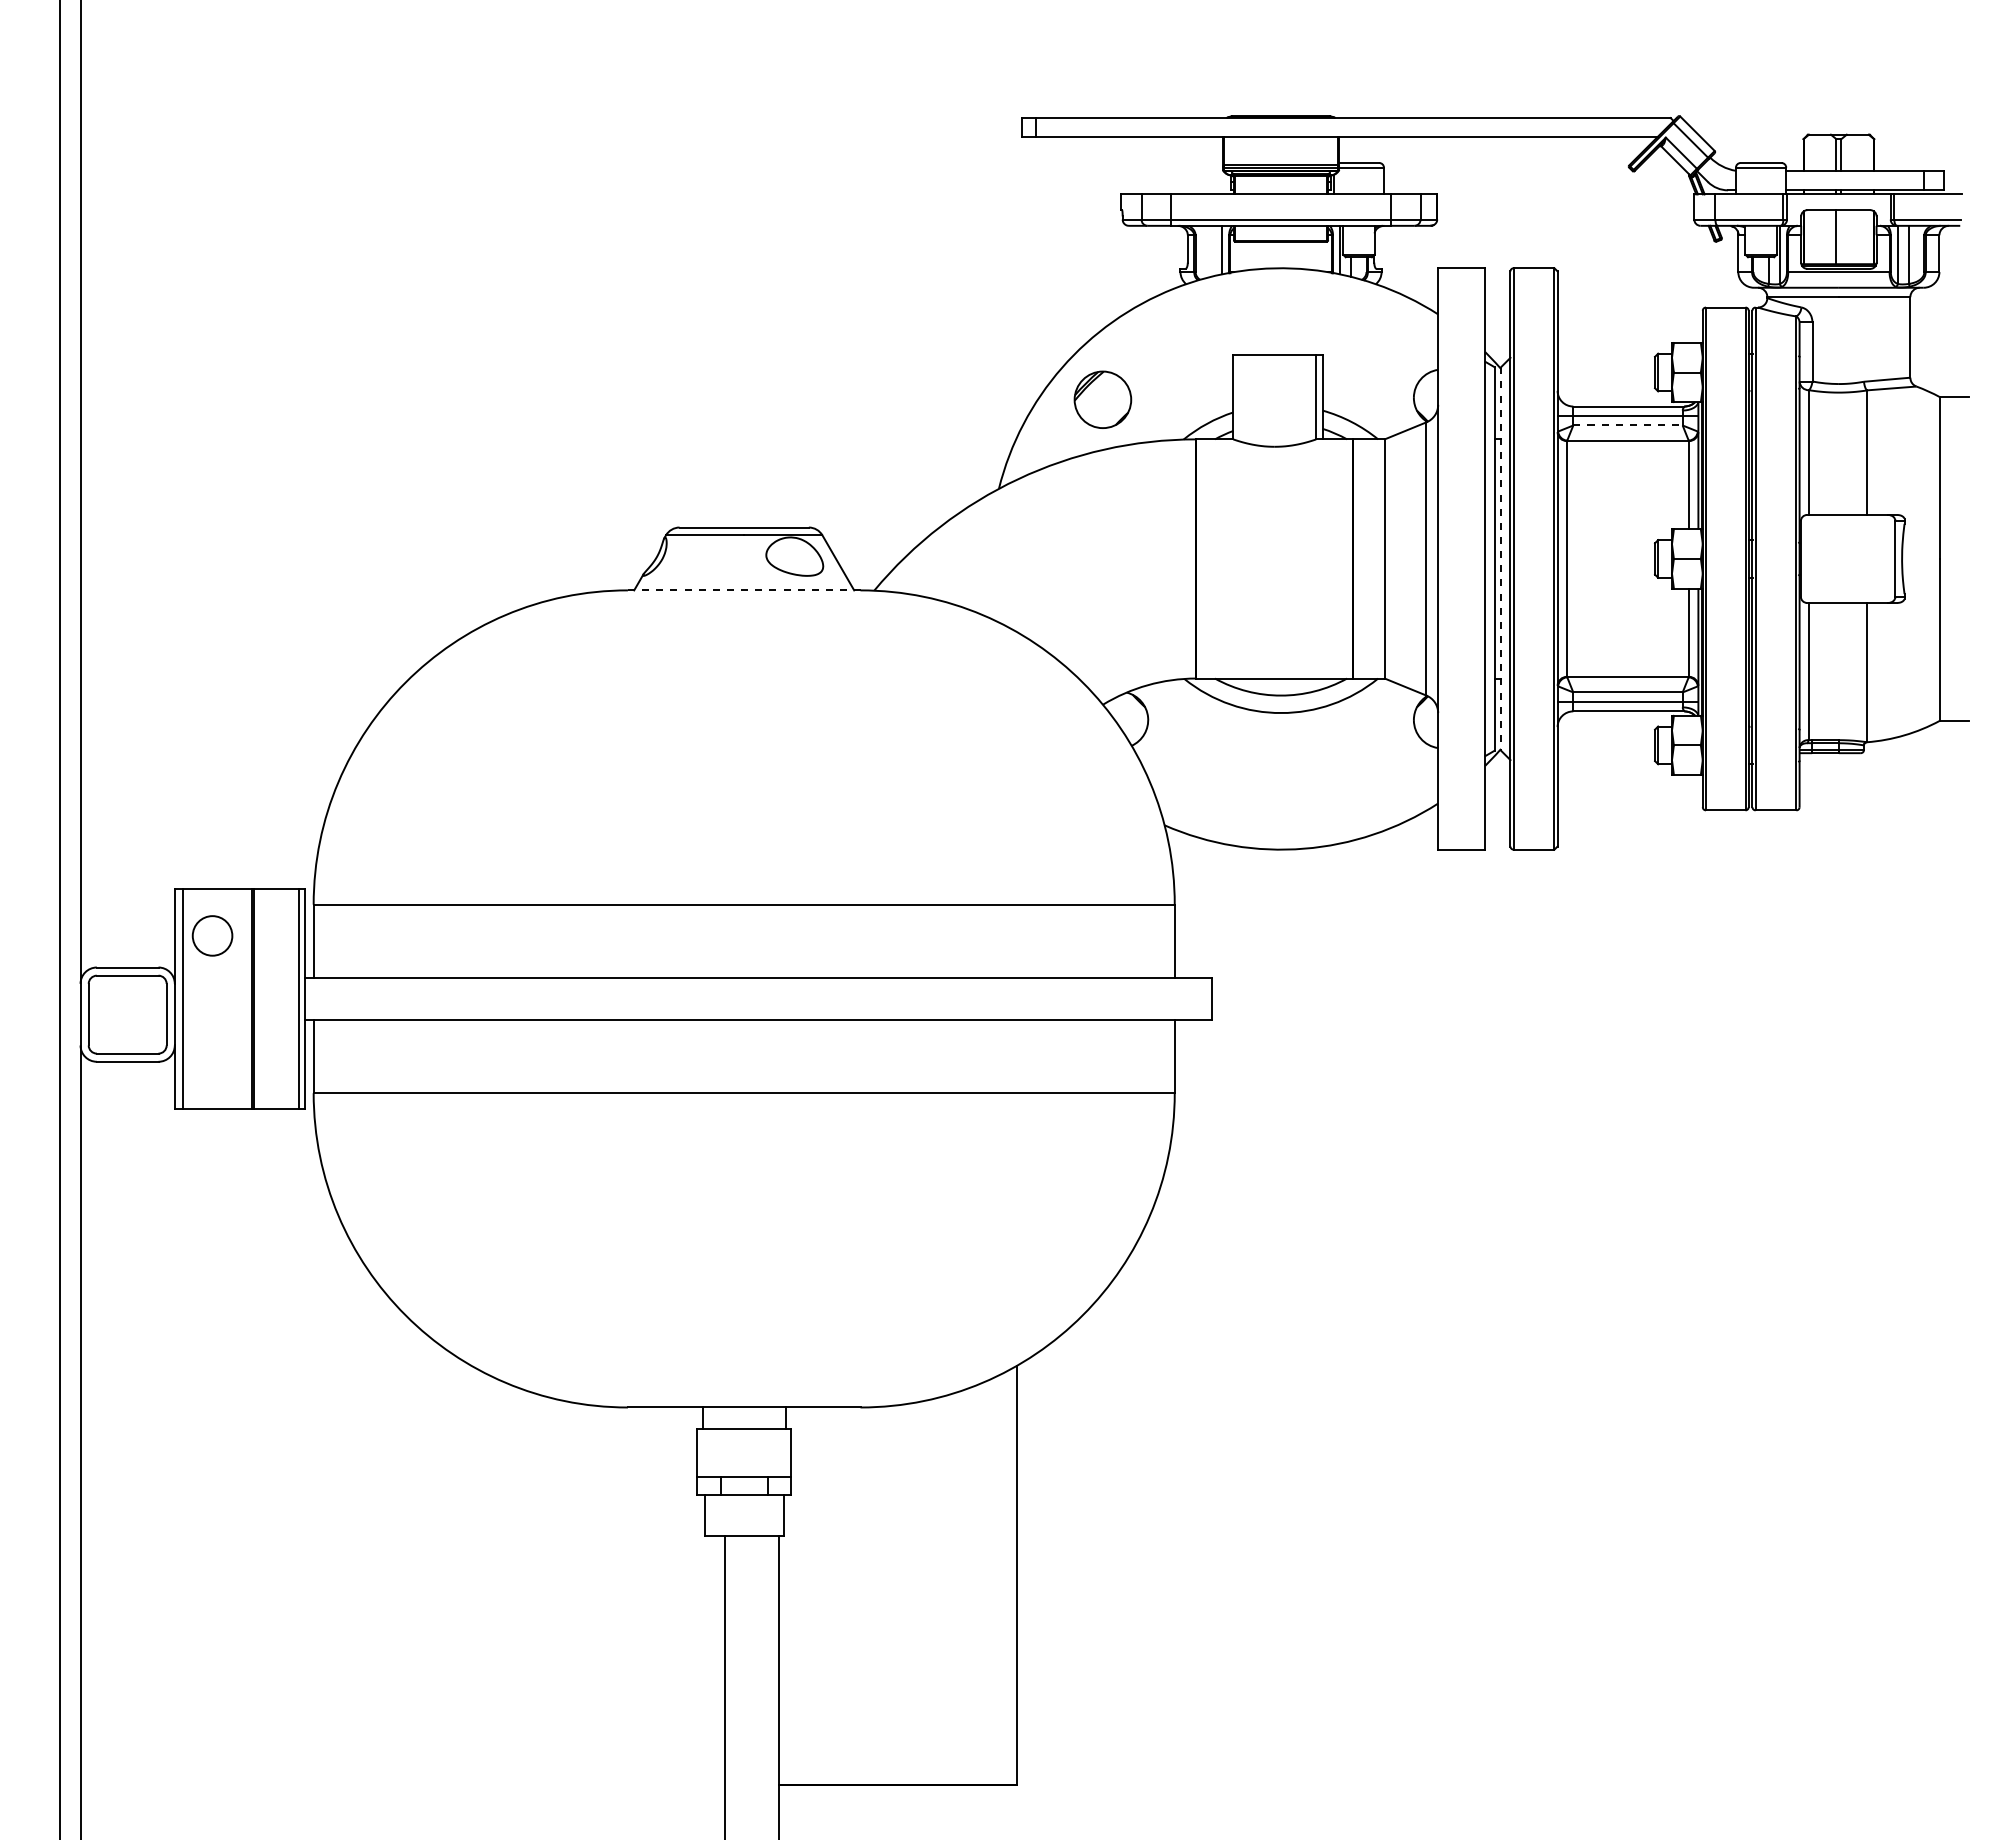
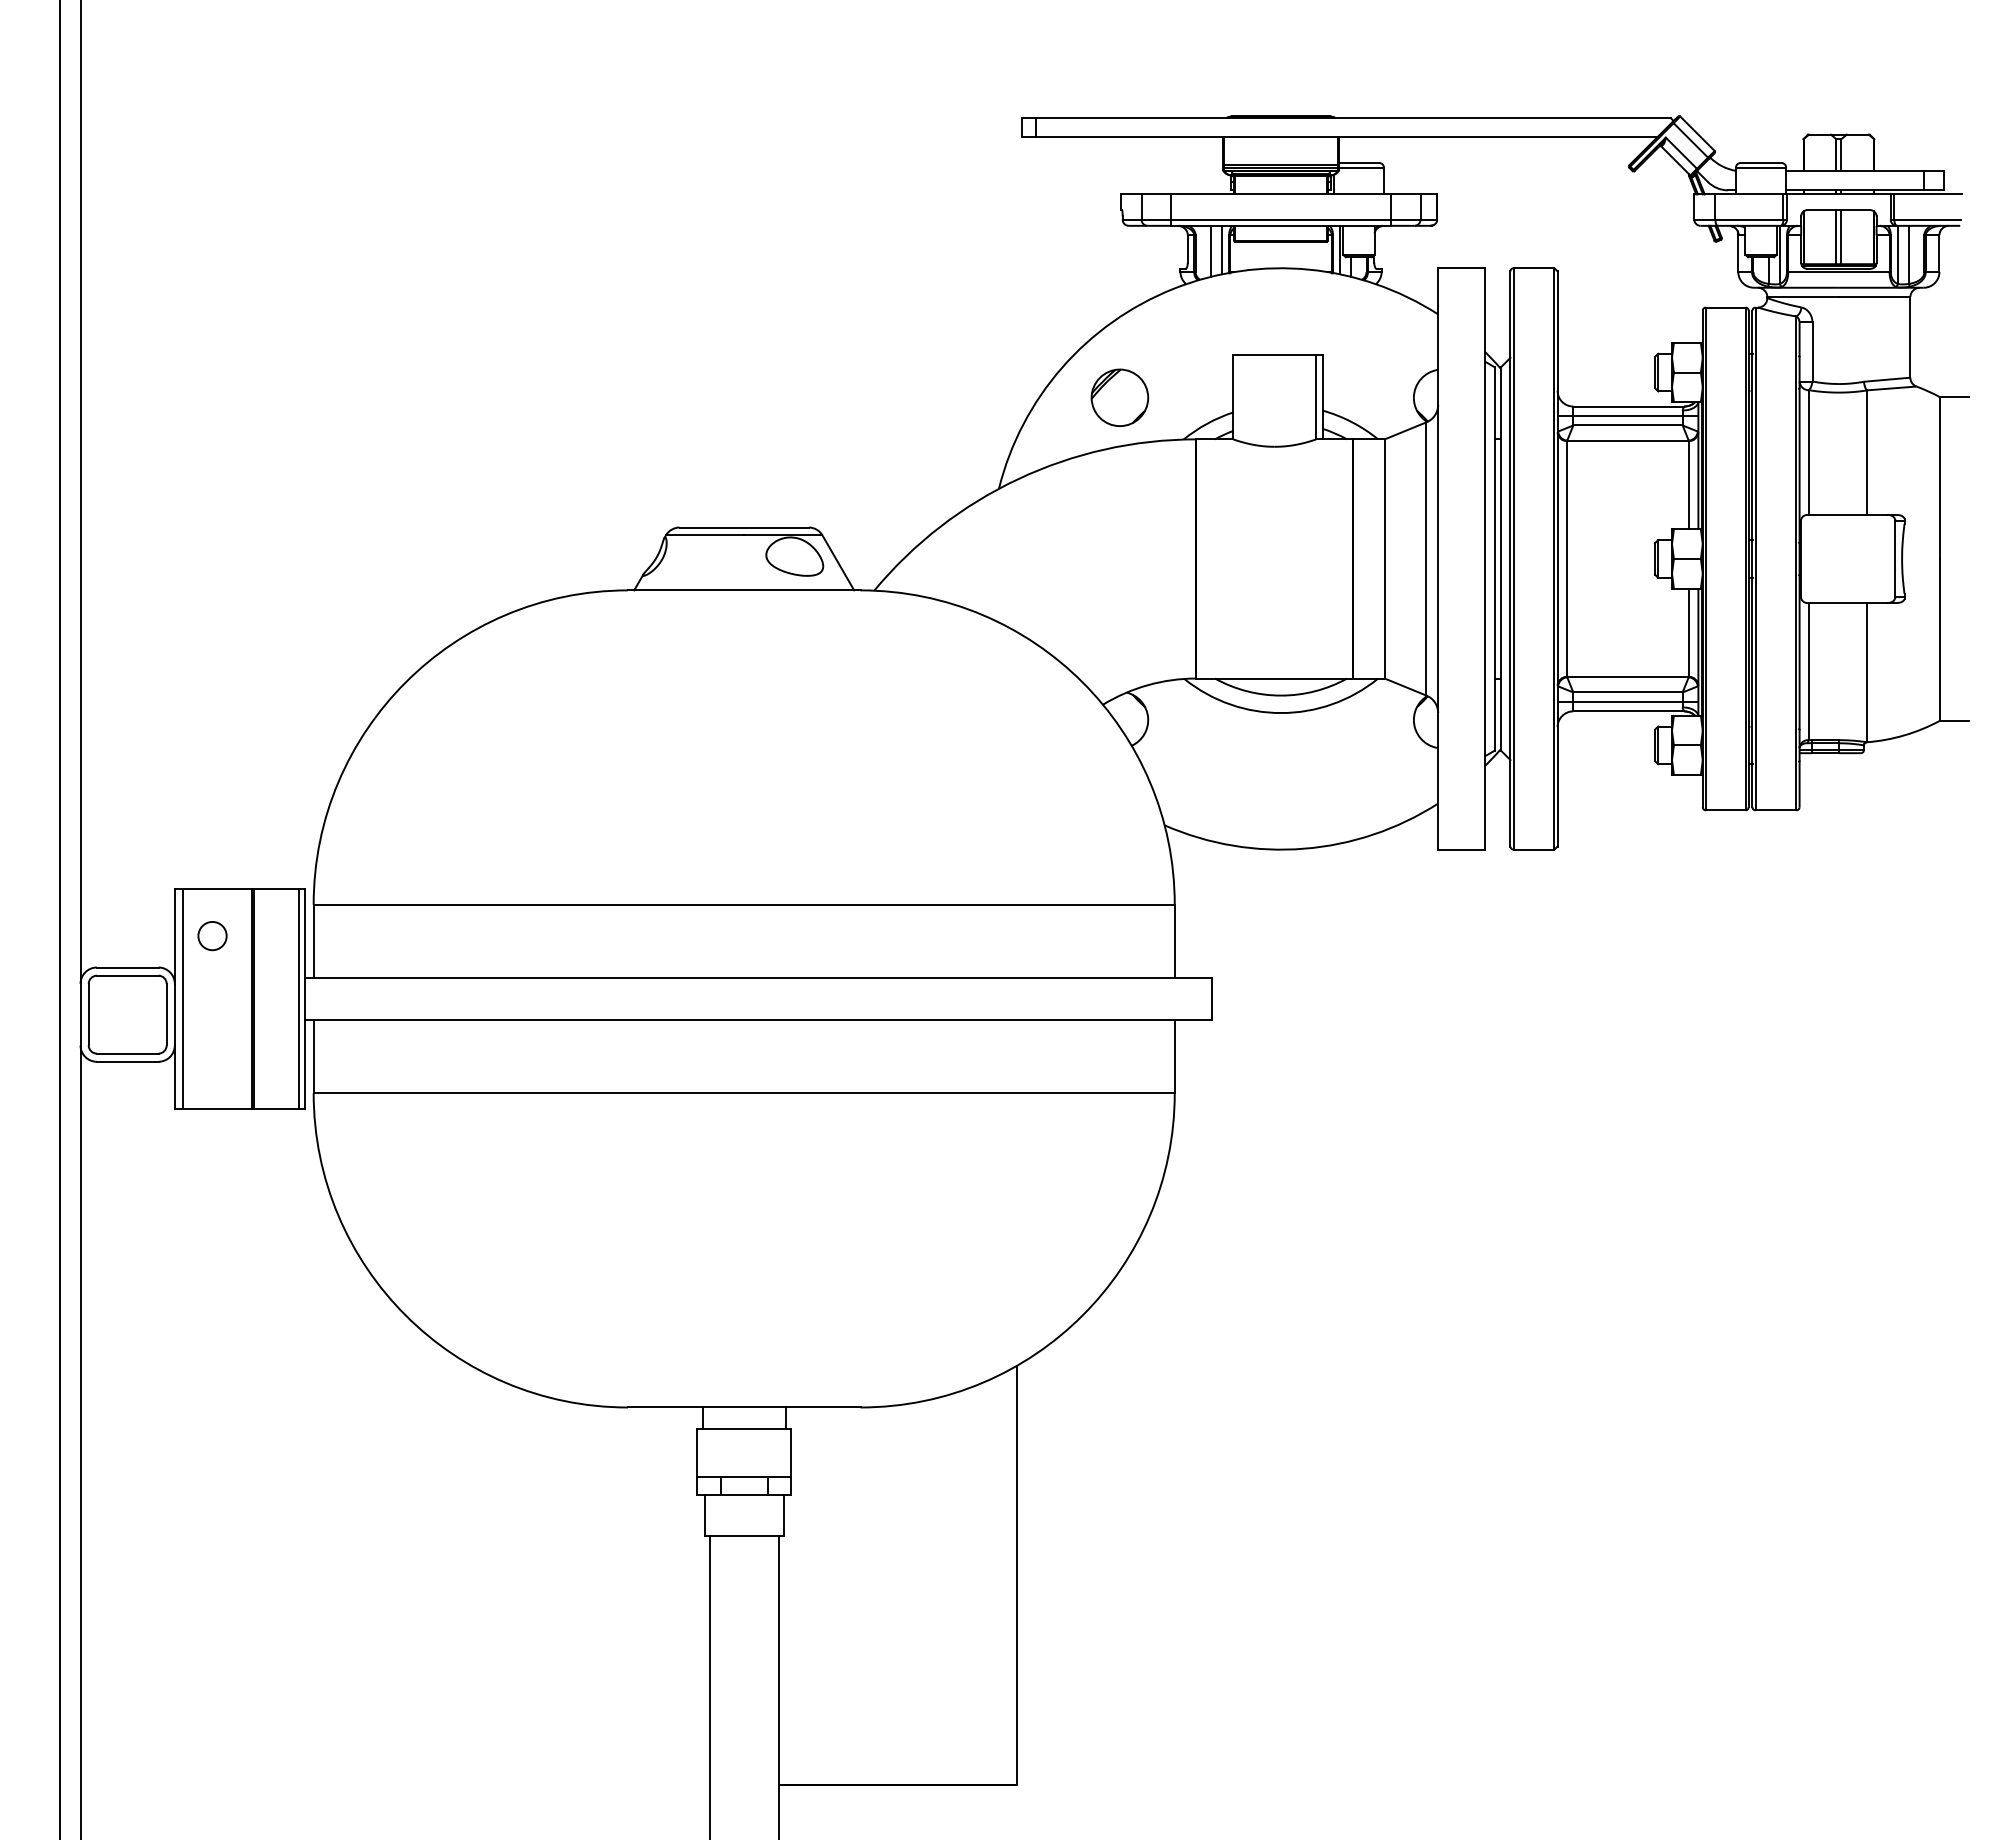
line at (1841, 237): none -> present
line at (1210, 250): none -> present
part at (1102, 399) position: (1102, 399) -> (1119, 397)
line at (1628, 425): dashed -> solid
line at (1501, 558): dashed -> solid
line at (744, 590): dashed -> solid
circle at (212, 935) size: 43x42 px -> 31x31 px
line at (724, 1686) position: (724, 1686) -> (709, 1686)
